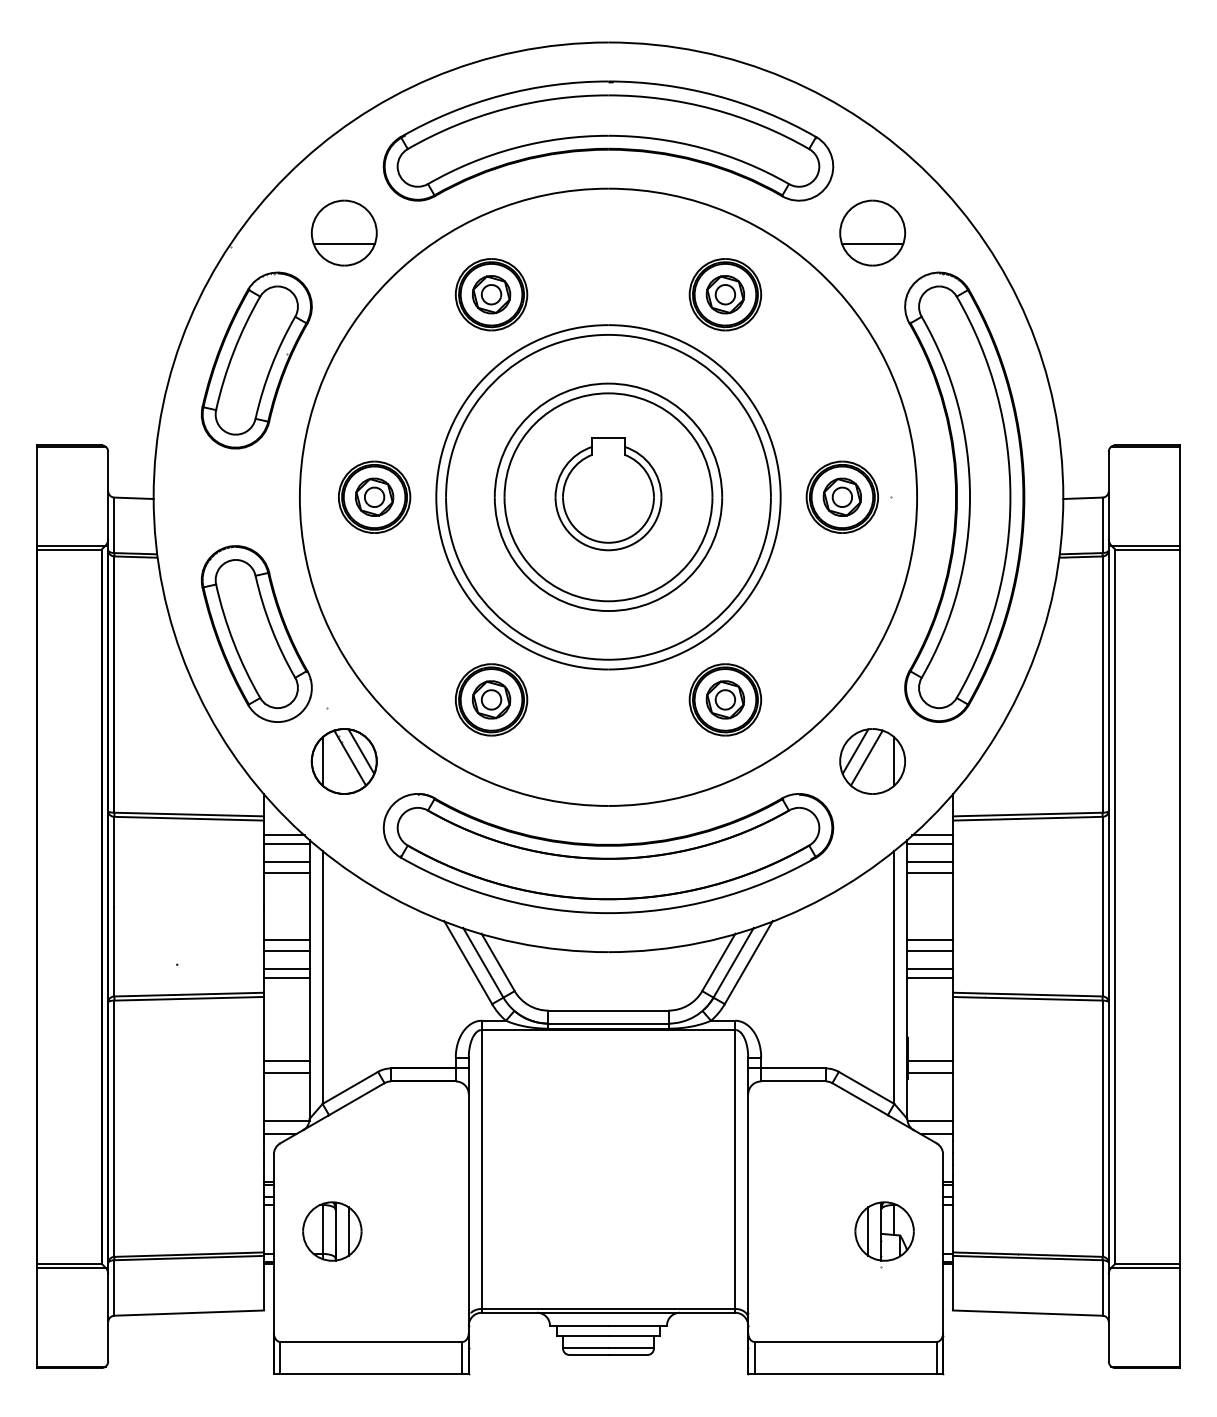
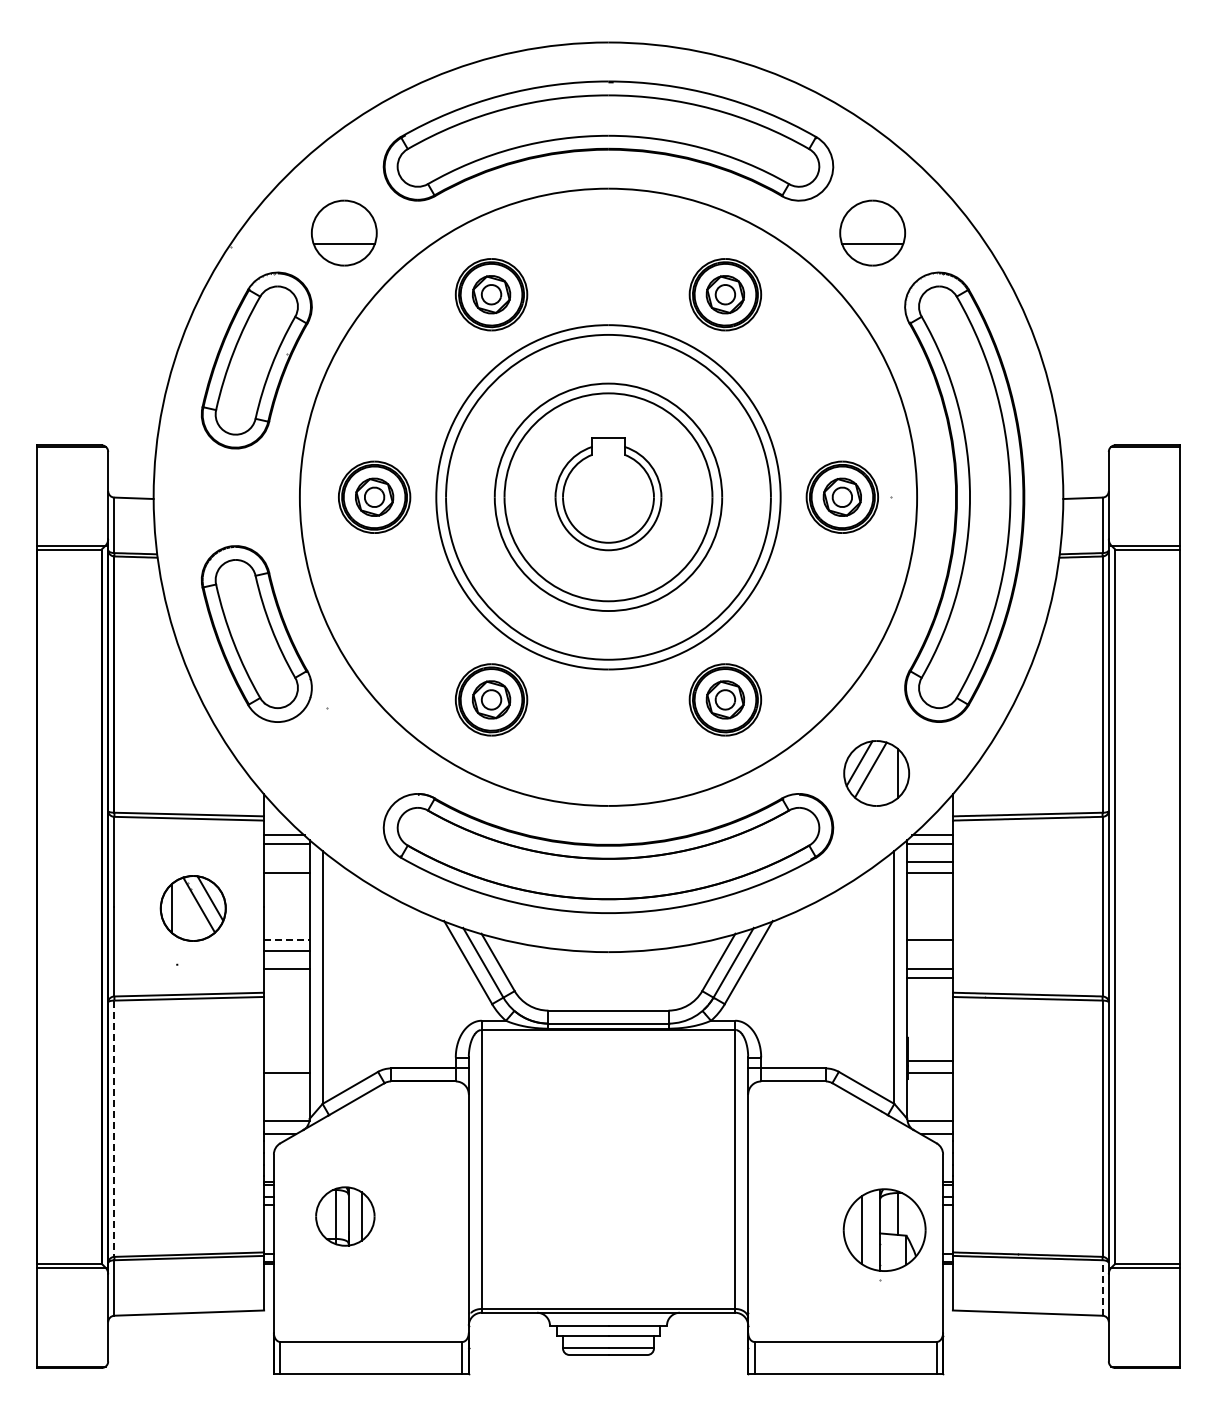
part at (343, 761) position: (343, 761) -> (192, 908)
part at (872, 761) position: (872, 761) -> (876, 773)
line at (286, 861): present -> none
line at (286, 940): solid -> dashed
line at (929, 951): present -> none
line at (286, 978): present -> none
line at (286, 1061): present -> none
line at (114, 1129): solid -> dashed
part at (332, 1231) position: (332, 1231) -> (345, 1216)
part at (884, 1234) size: 61x68 px -> 85x94 px
line at (1102, 1288): solid -> dashed
